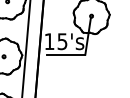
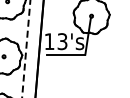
text at (62, 41): 15's -> 13's
line at (26, 49): solid -> dashed
